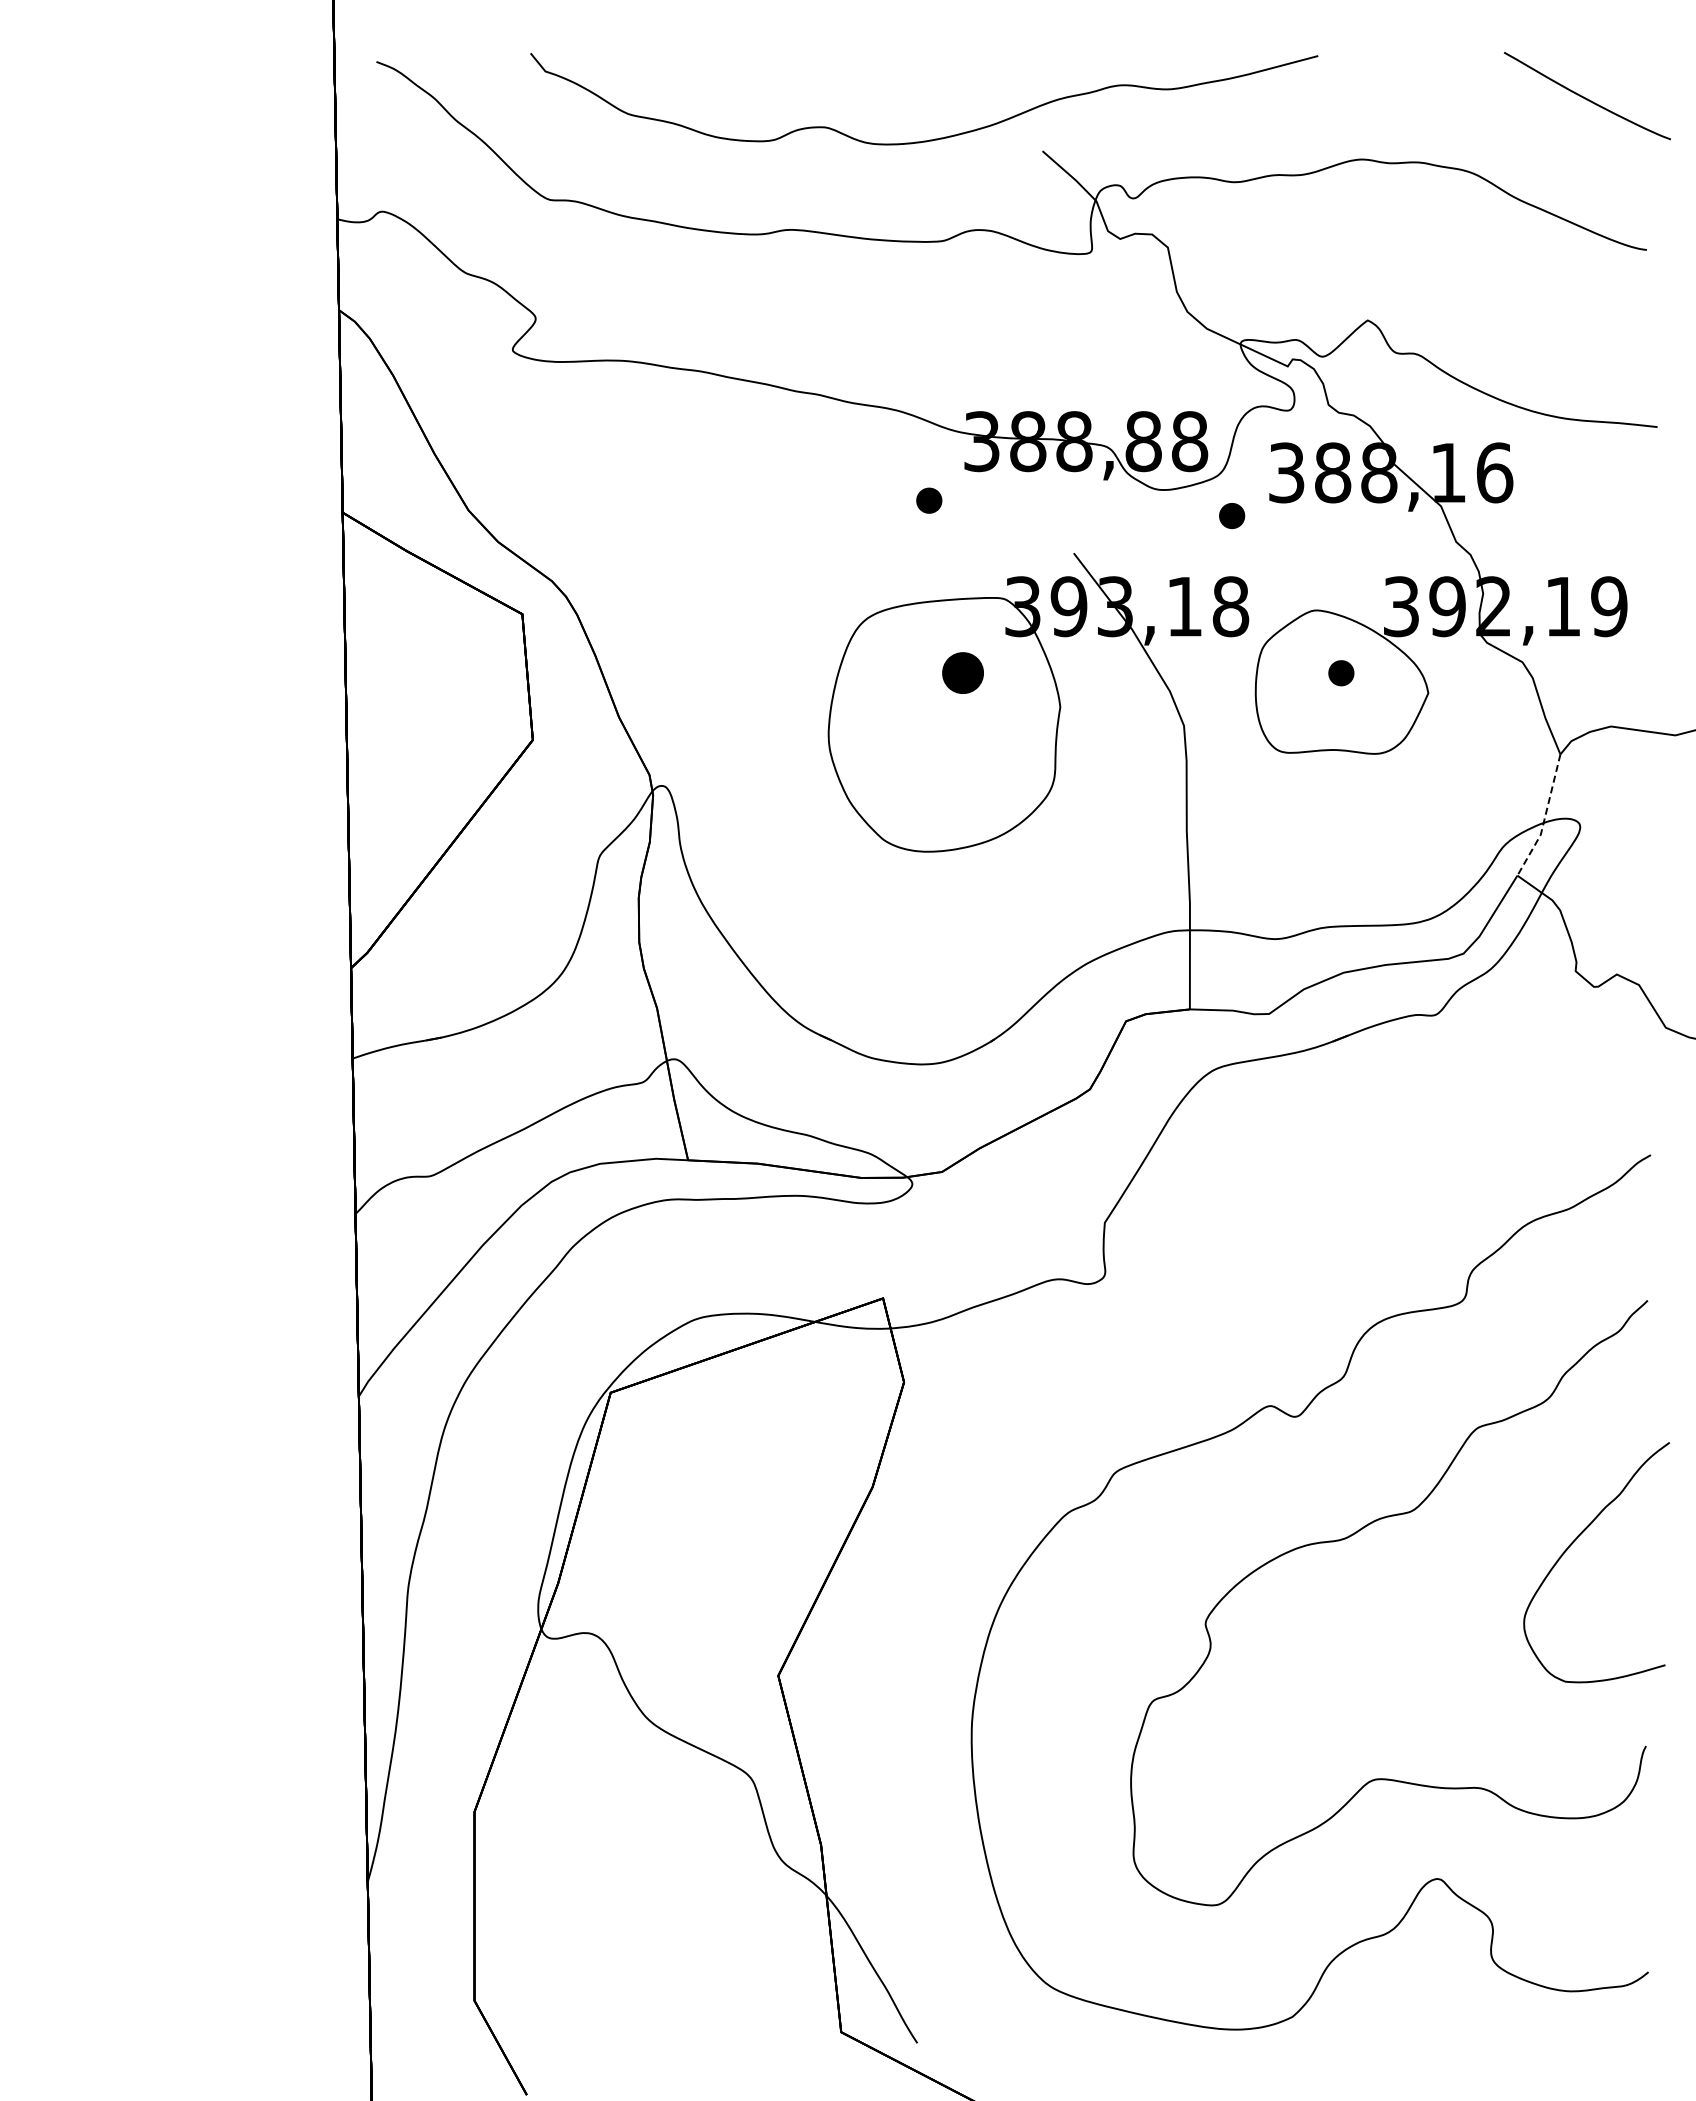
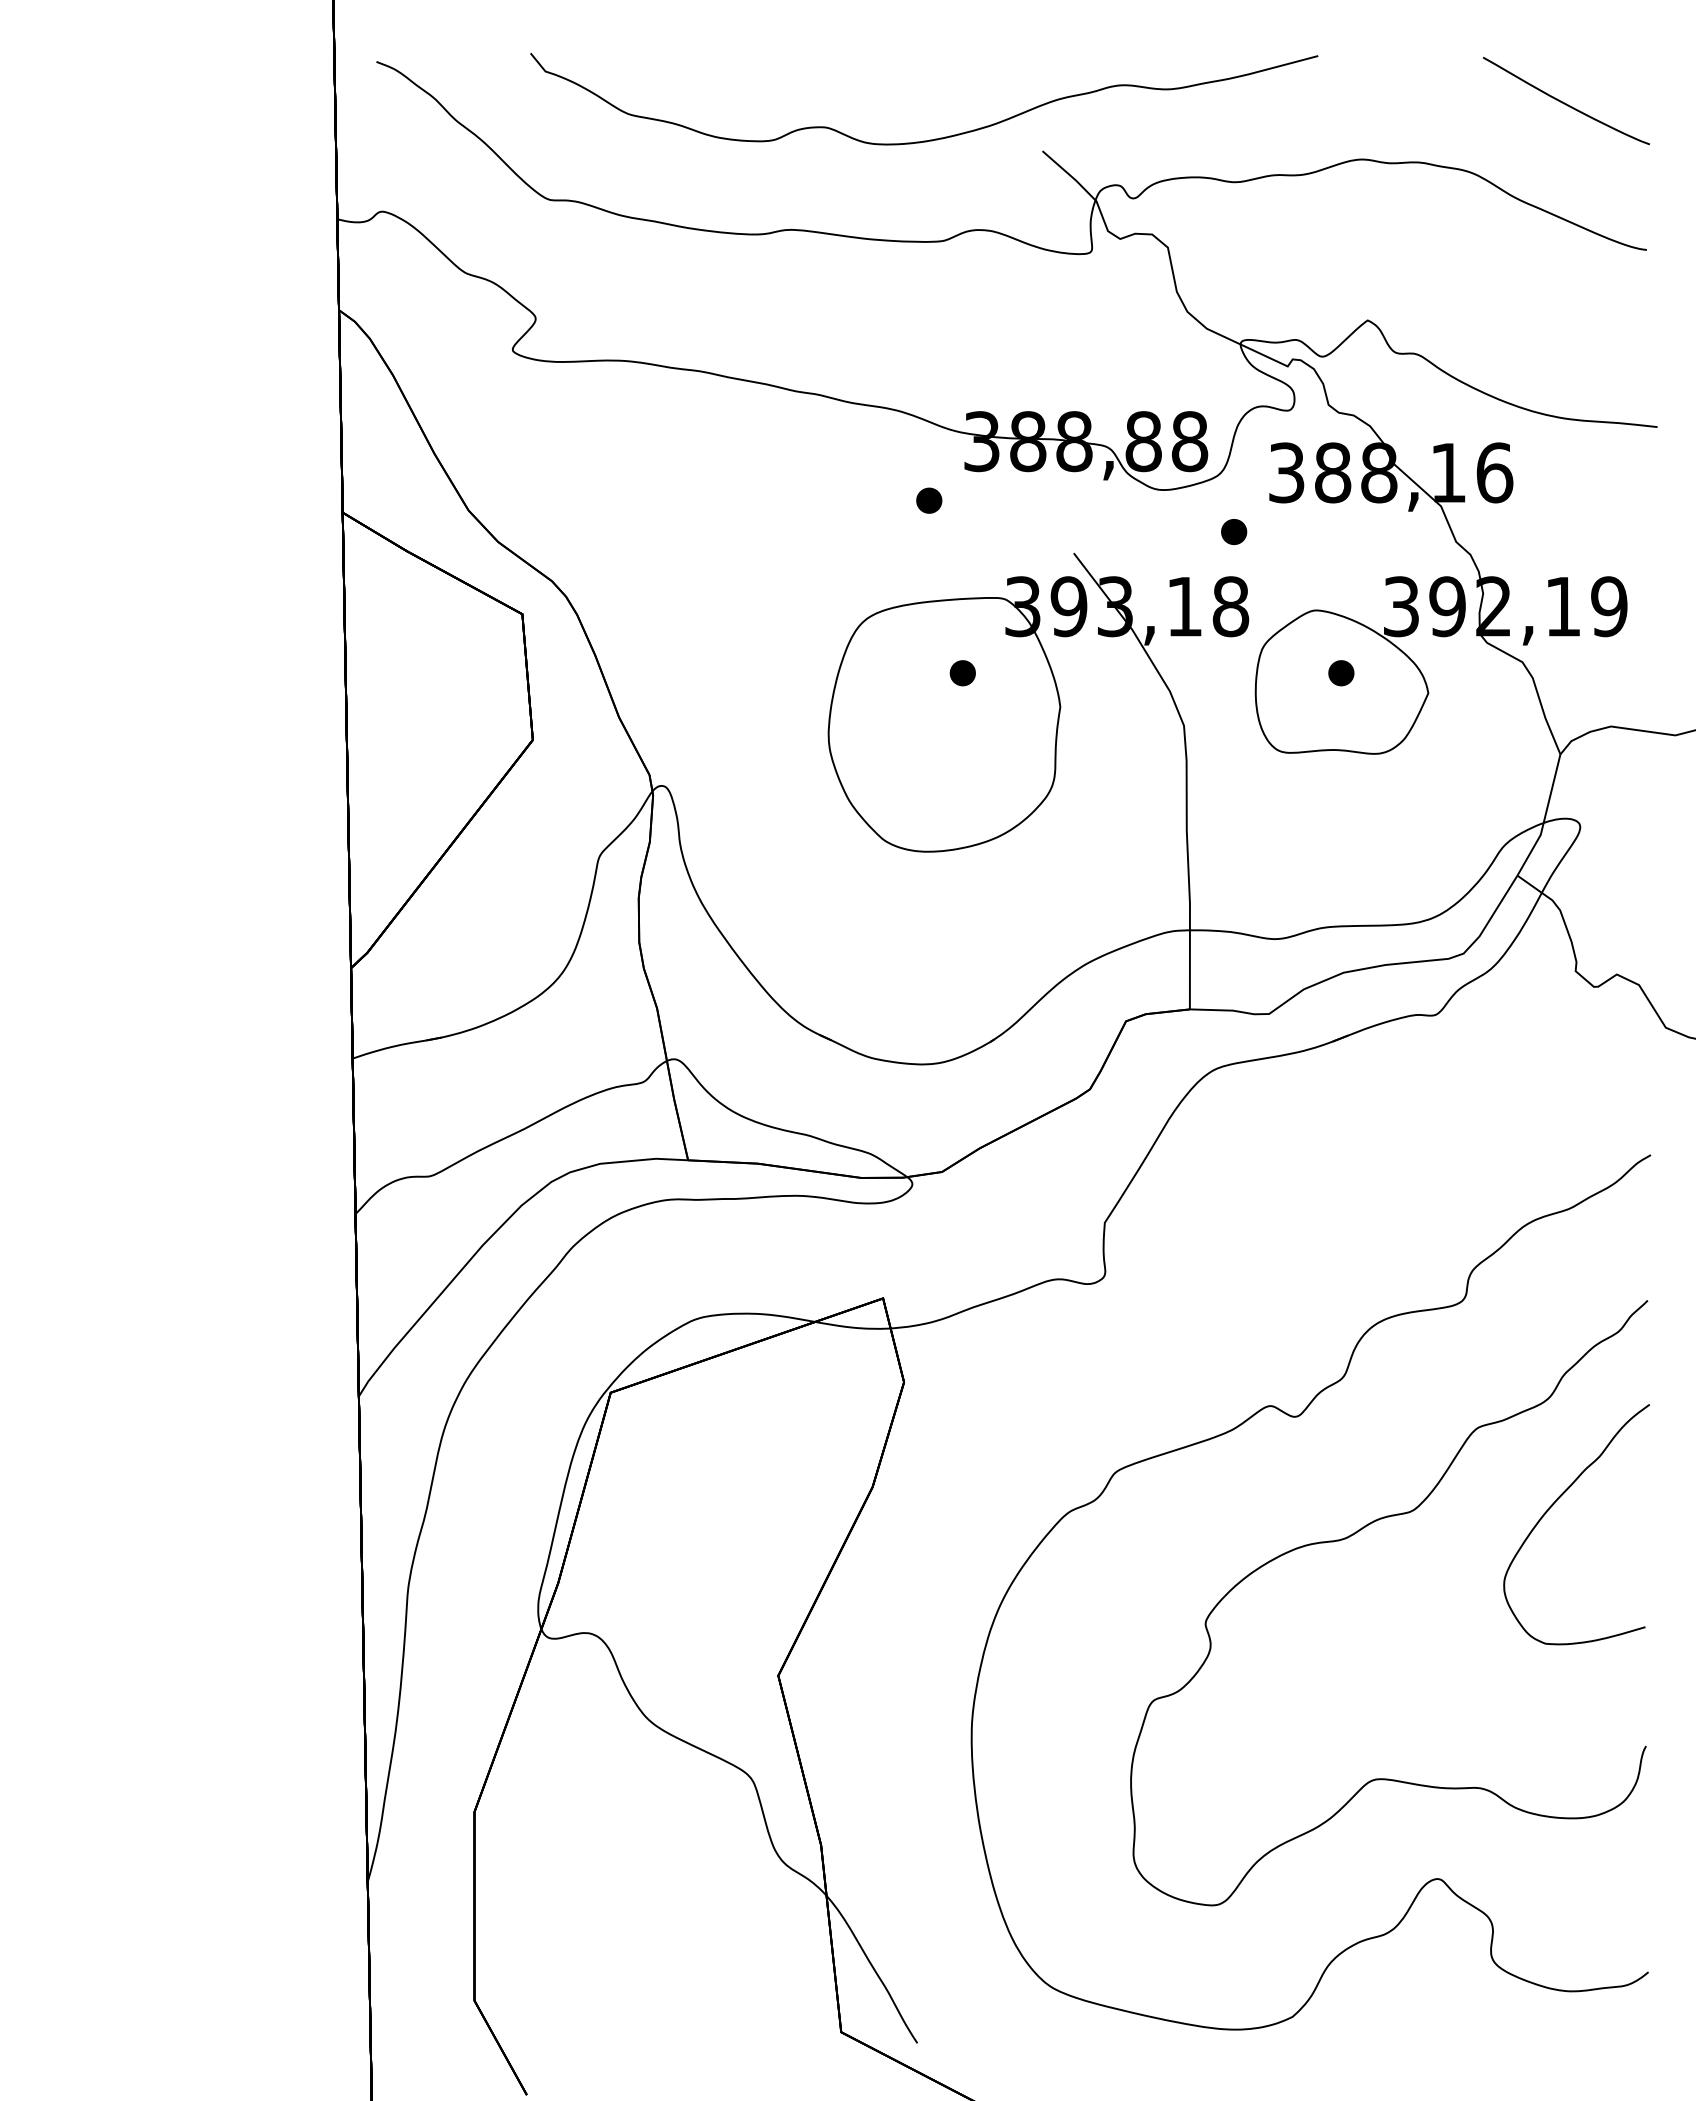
curve at (1587, 98) position: (1587, 98) -> (1566, 103)
part at (1232, 515) position: (1232, 515) -> (1234, 531)
part at (962, 672) size: 42x42 px -> 27x27 px
line at (1544, 818): dashed -> solid
curve at (1575, 1541) position: (1575, 1541) -> (1555, 1503)
